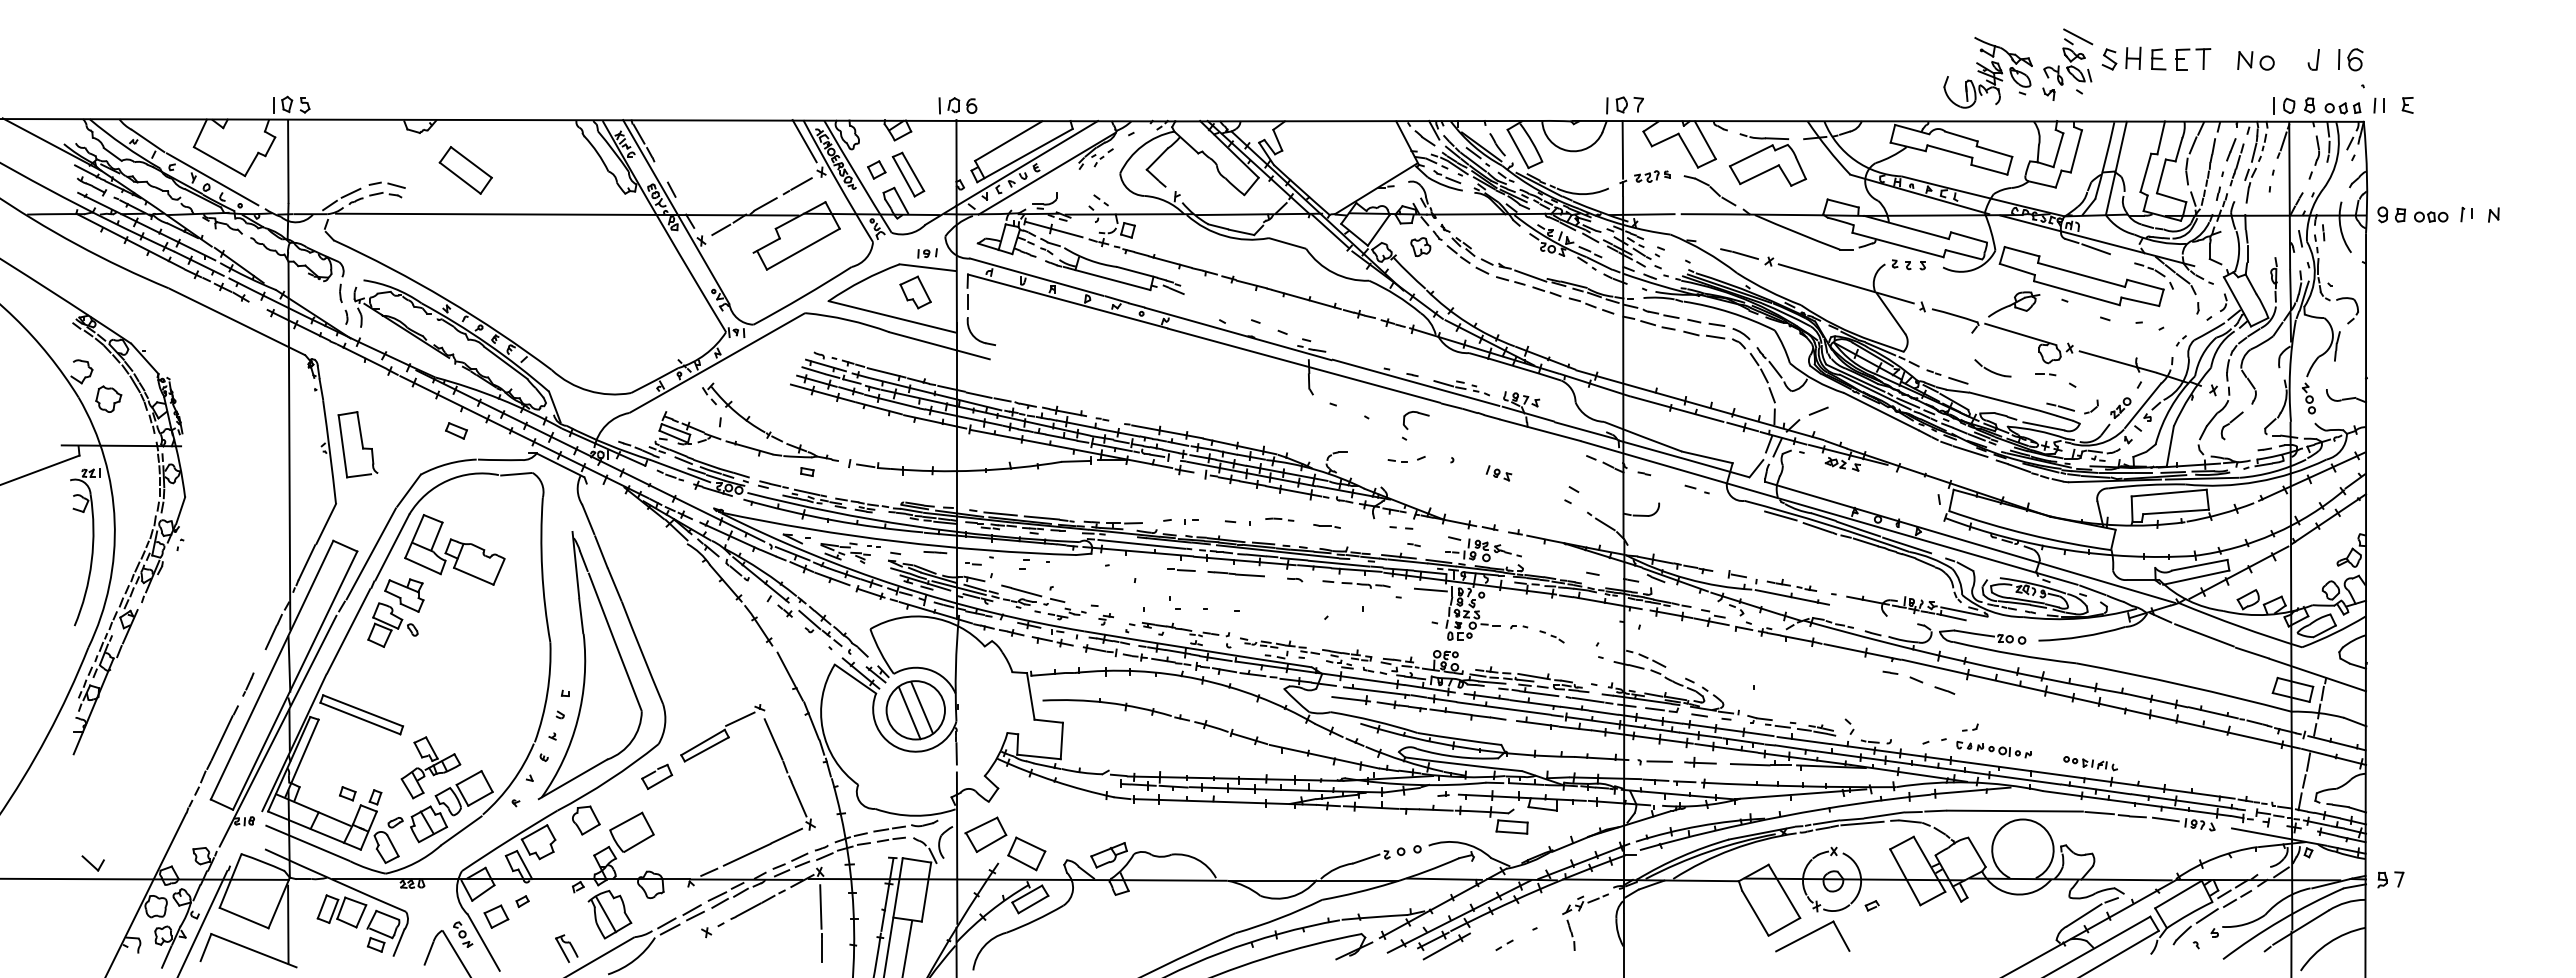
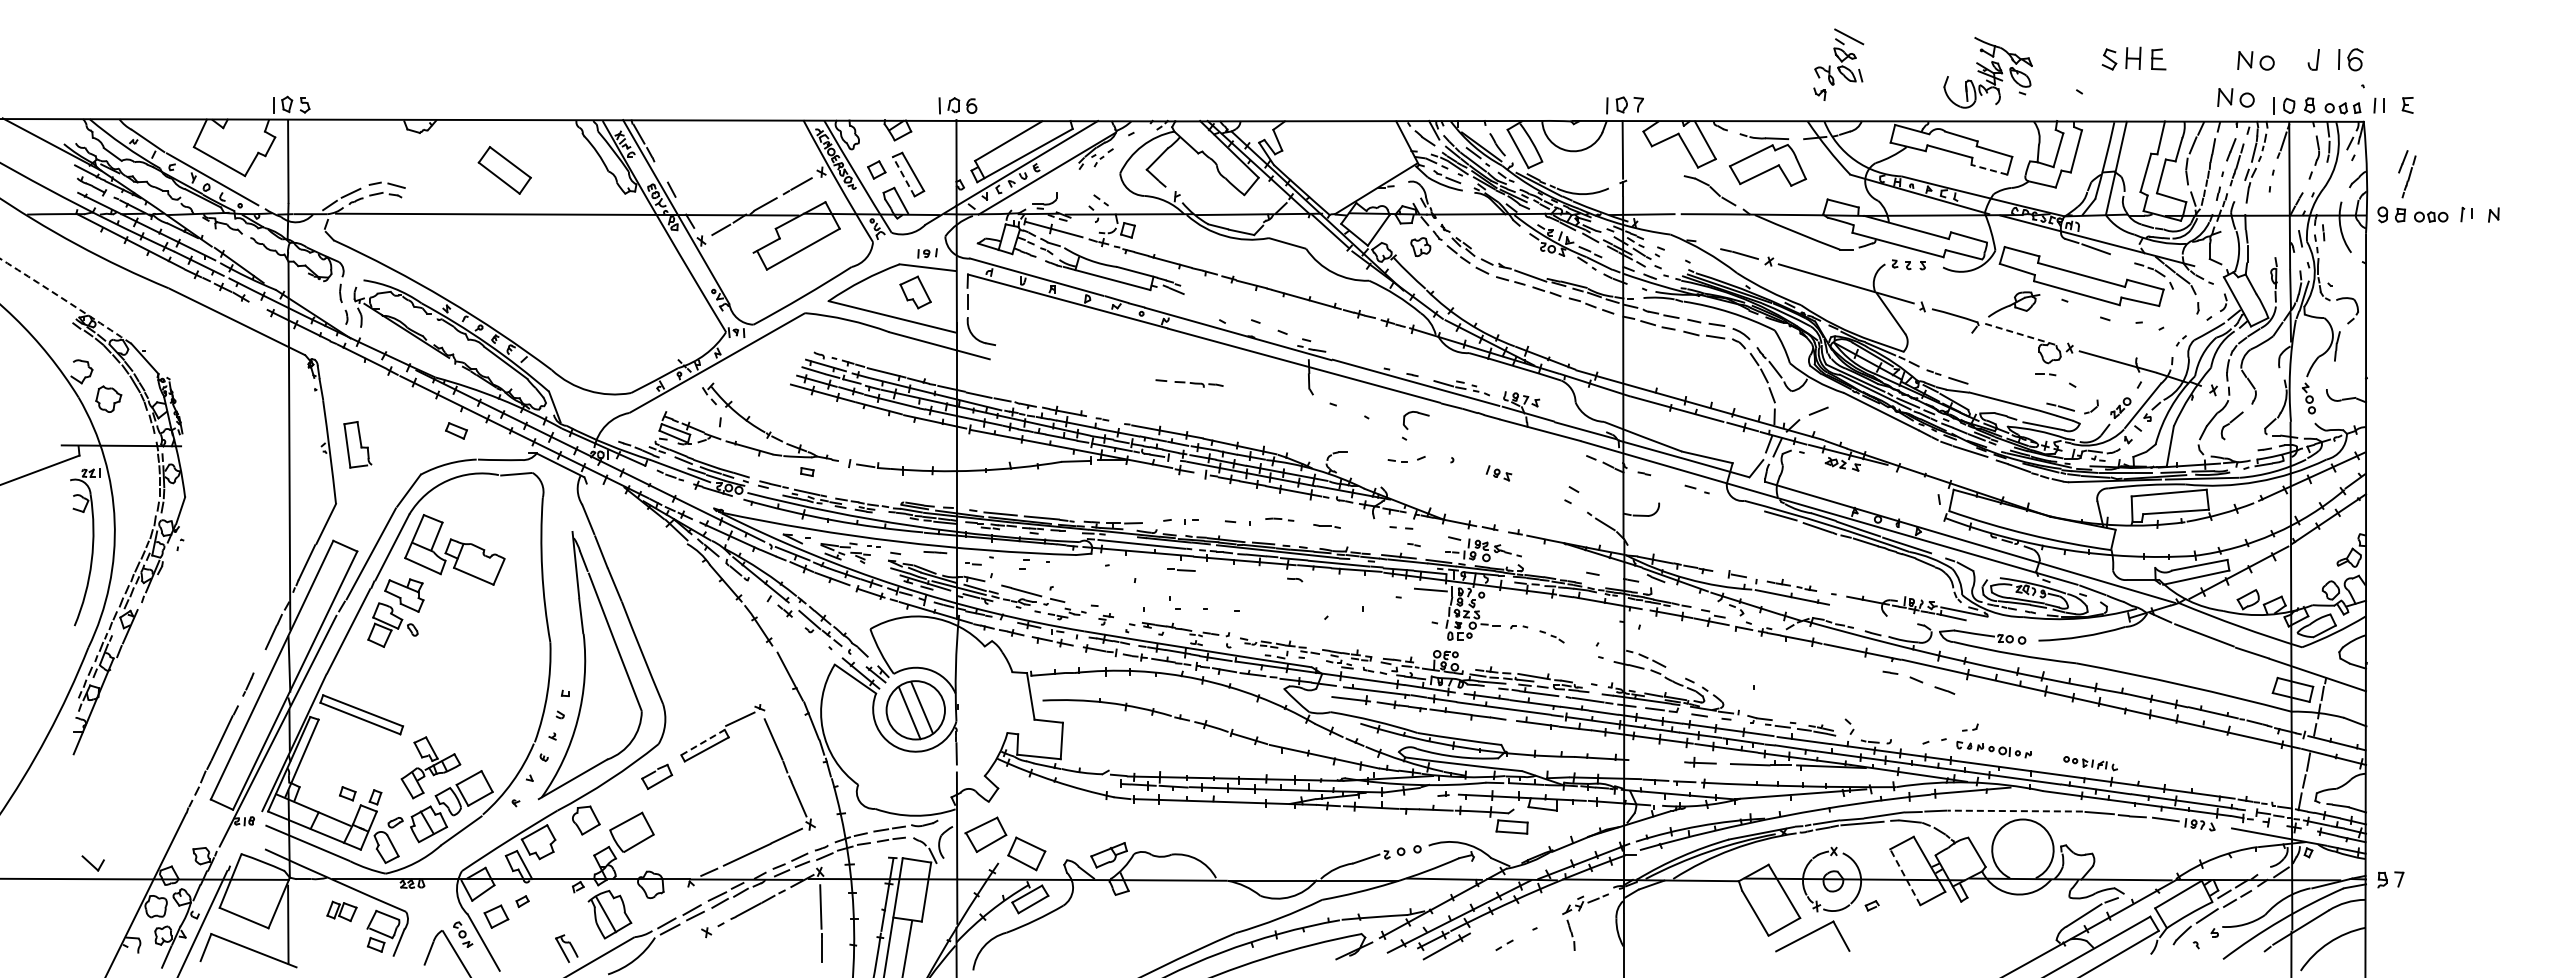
part at (2184, 59): present -> none
part at (2067, 64) position: (2067, 64) -> (1838, 64)
part at (2235, 97): none -> present
line at (804, 141): present -> none
line at (1989, 169): solid -> dashed
part at (465, 170) position: (465, 170) -> (504, 170)
part at (2407, 174): none -> present
line at (903, 176): solid -> dashed
part at (1652, 176): present -> none
arc at (65, 300): solid -> dashed
line at (2021, 334): solid -> dashed
part at (1992, 368): present -> none
part at (357, 444) size: 42x68 px -> 30x48 px
line at (1235, 574): present -> none
part at (1356, 584) position: (1356, 584) -> (1189, 383)
line at (703, 742): solid -> dashed
part at (1654, 762): present -> none
line at (2015, 811): solid -> dashed
line at (1905, 877): solid -> dashed
part at (341, 911) size: 52x35 px -> 32x22 px
